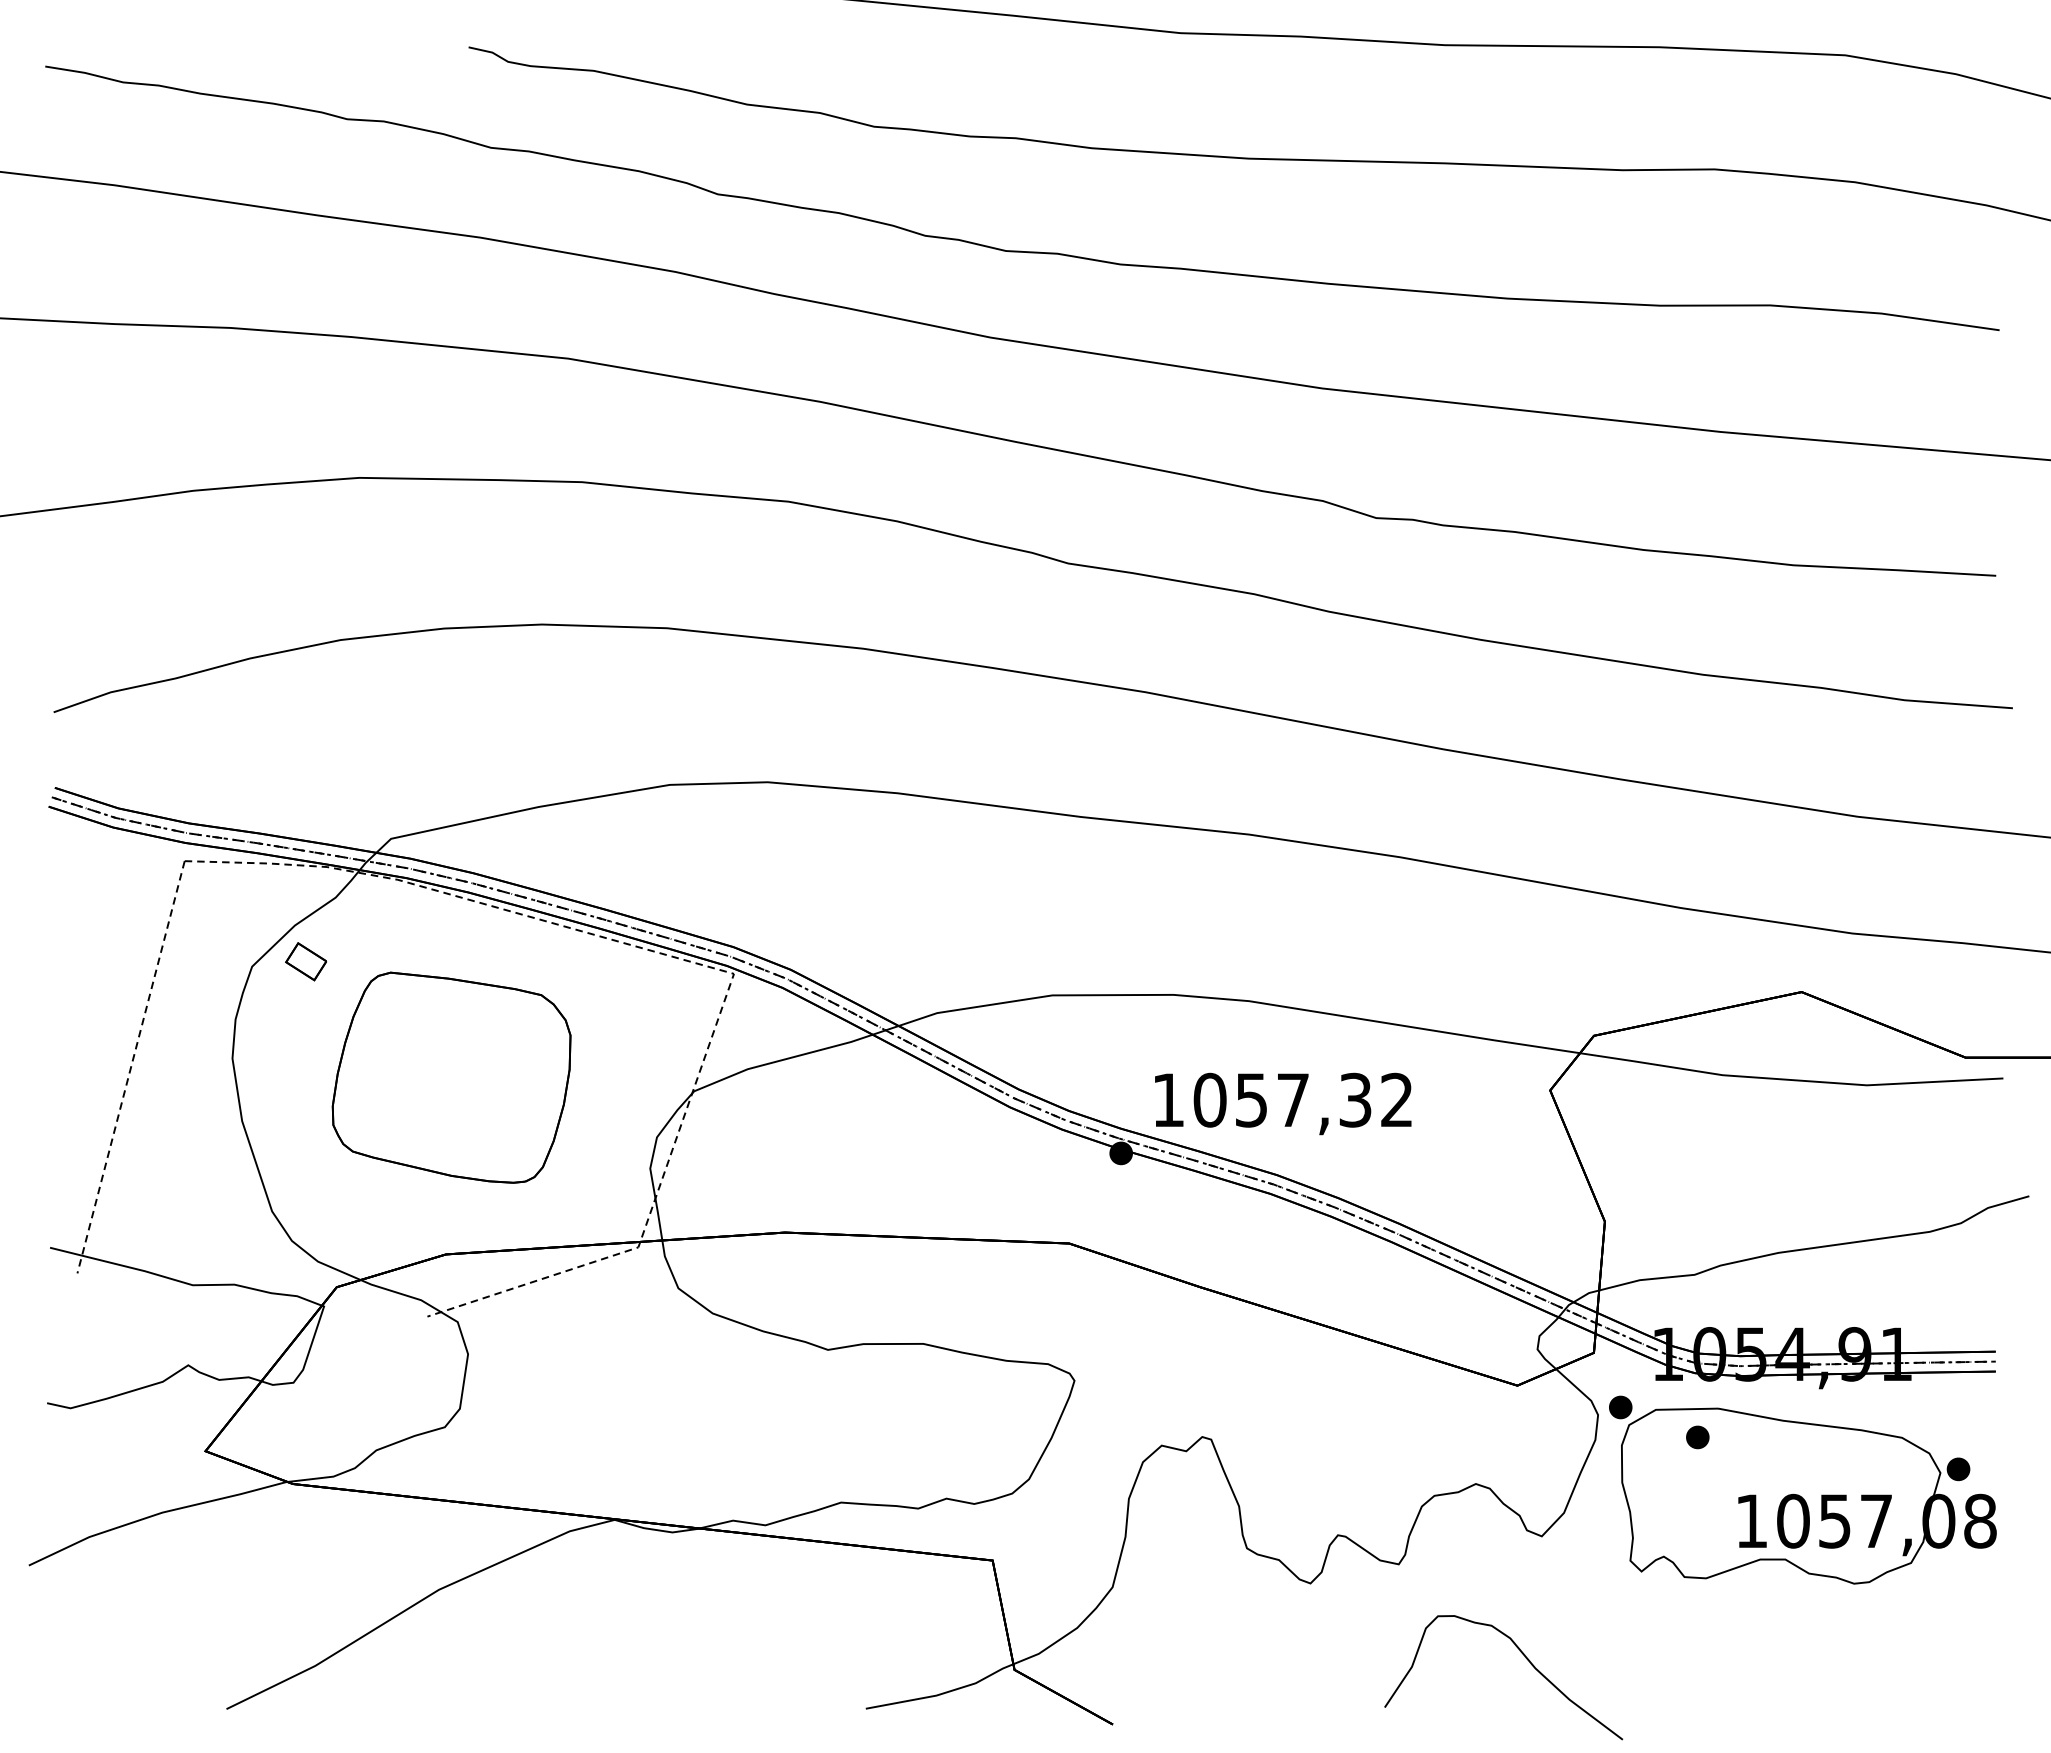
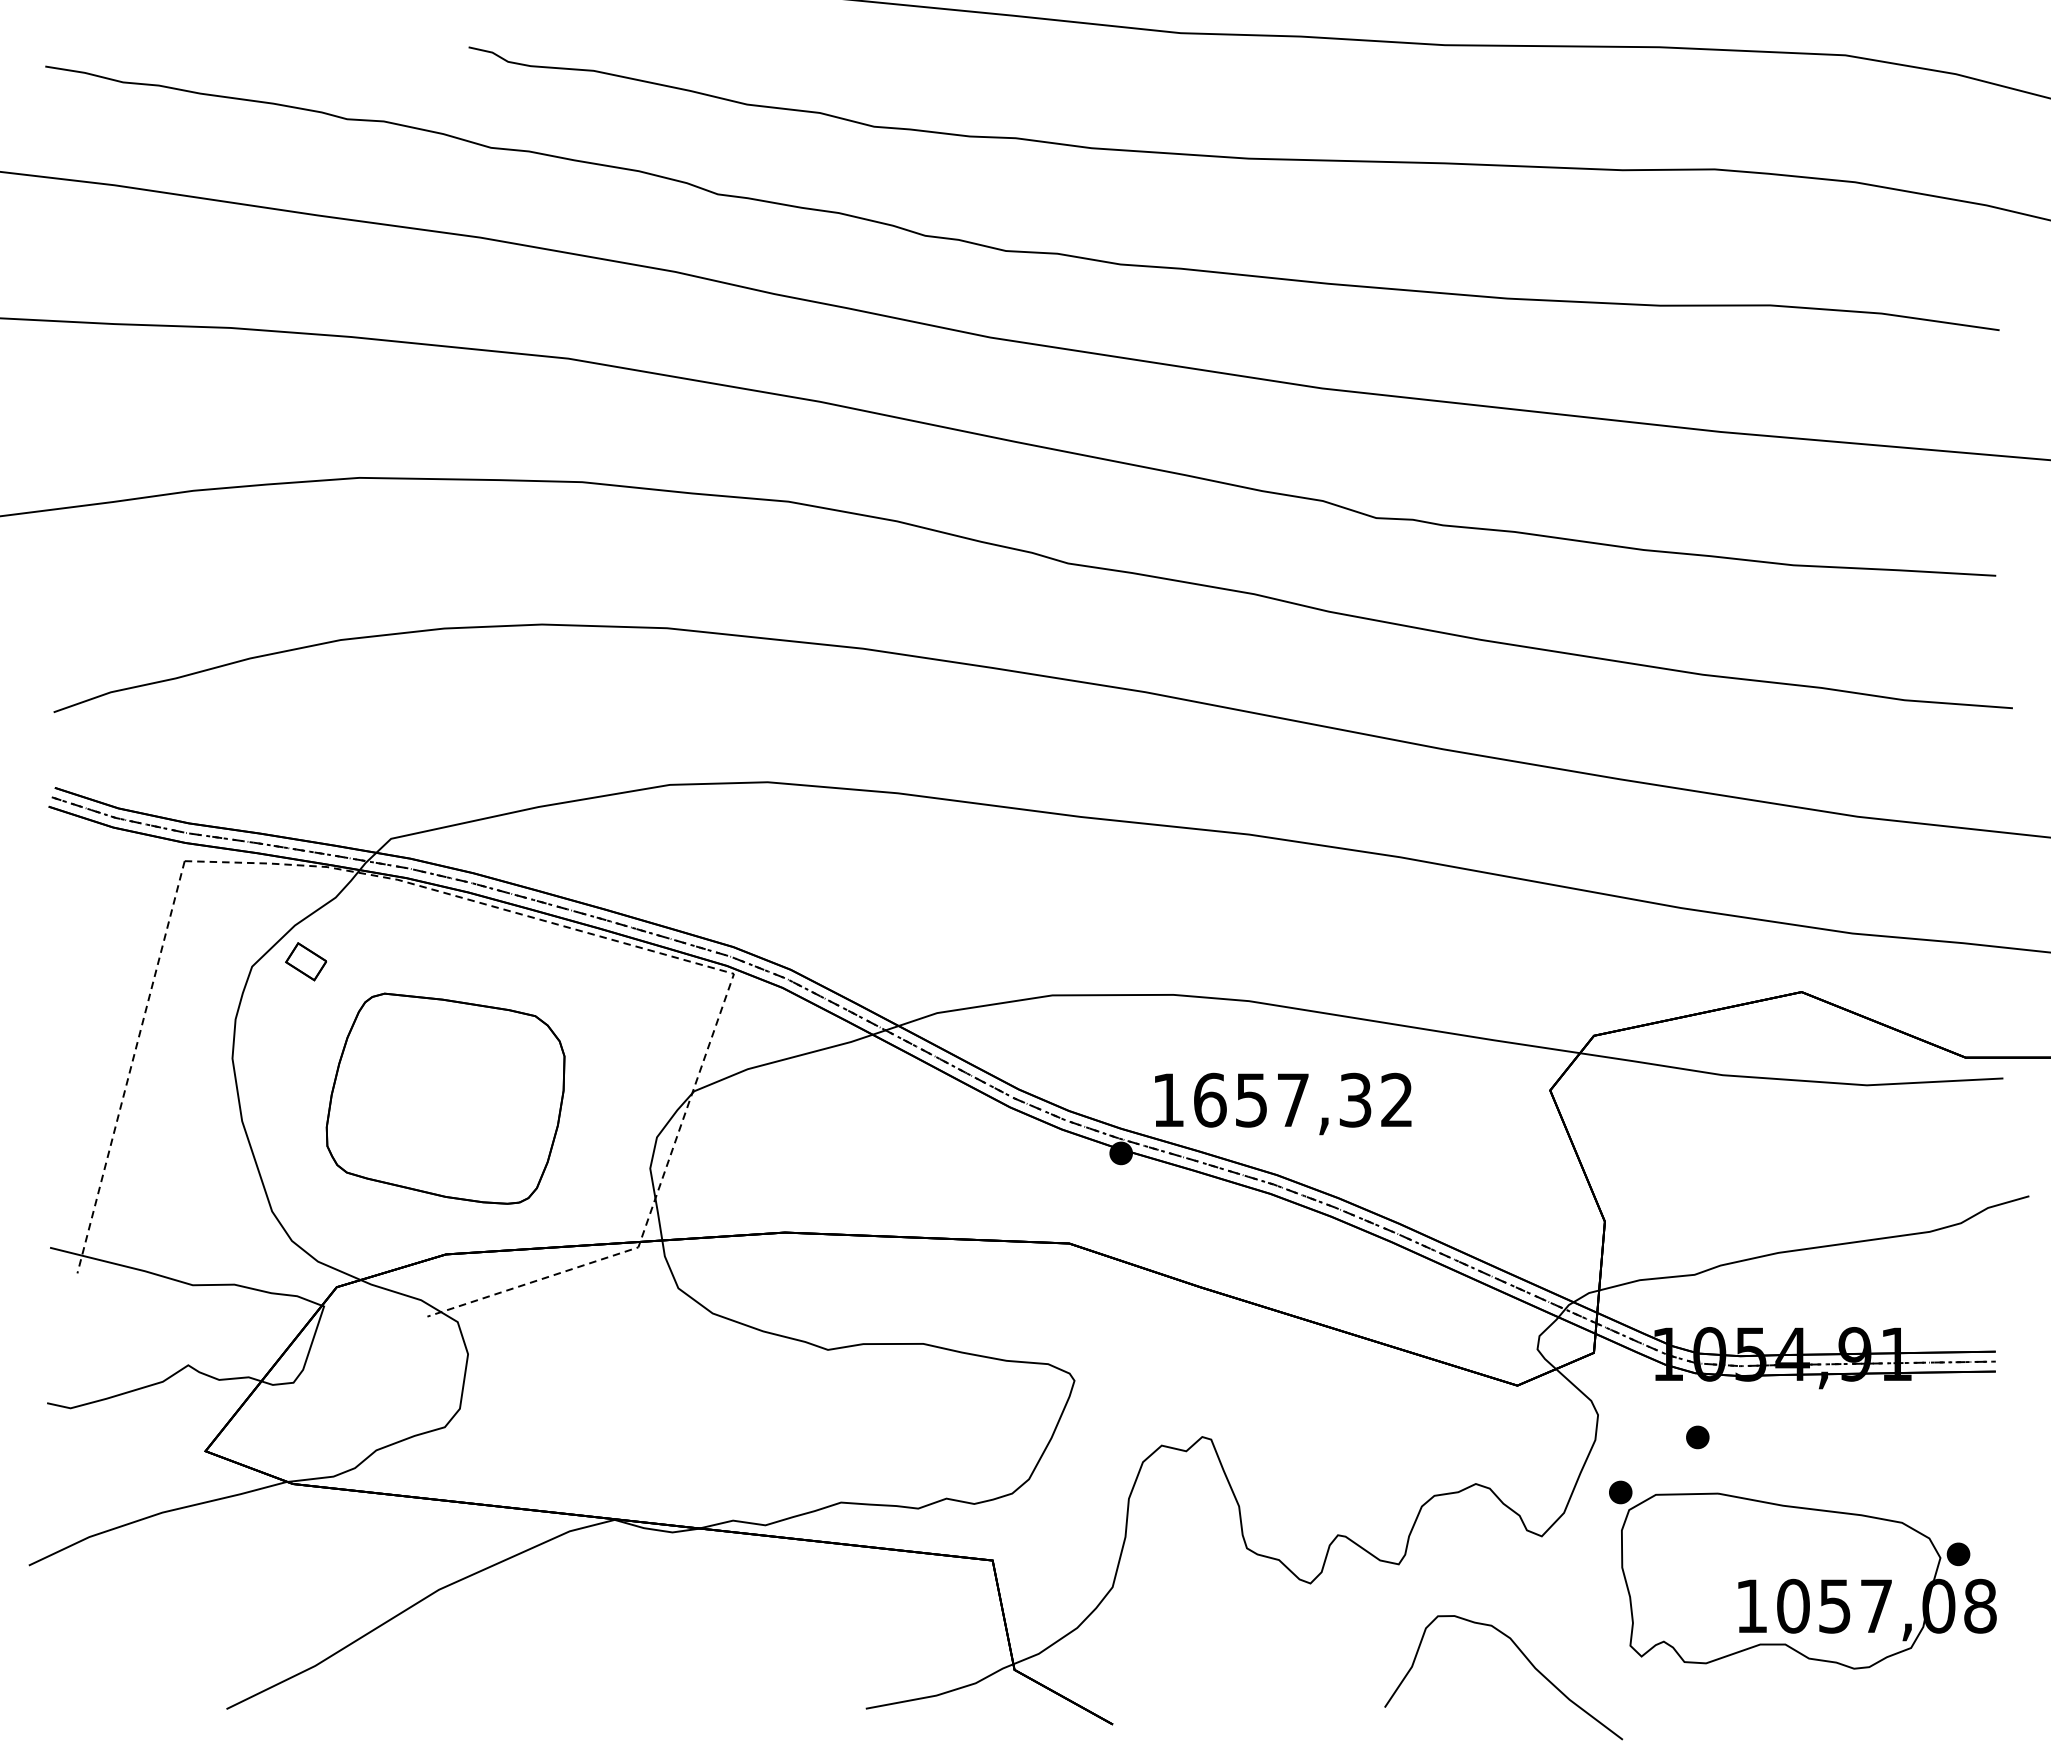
part at (451, 1077) position: (451, 1077) -> (445, 1098)
text at (1209, 1099): 1057,32 -> 1657,32
part at (1802, 1489) position: (1802, 1489) -> (1802, 1574)
